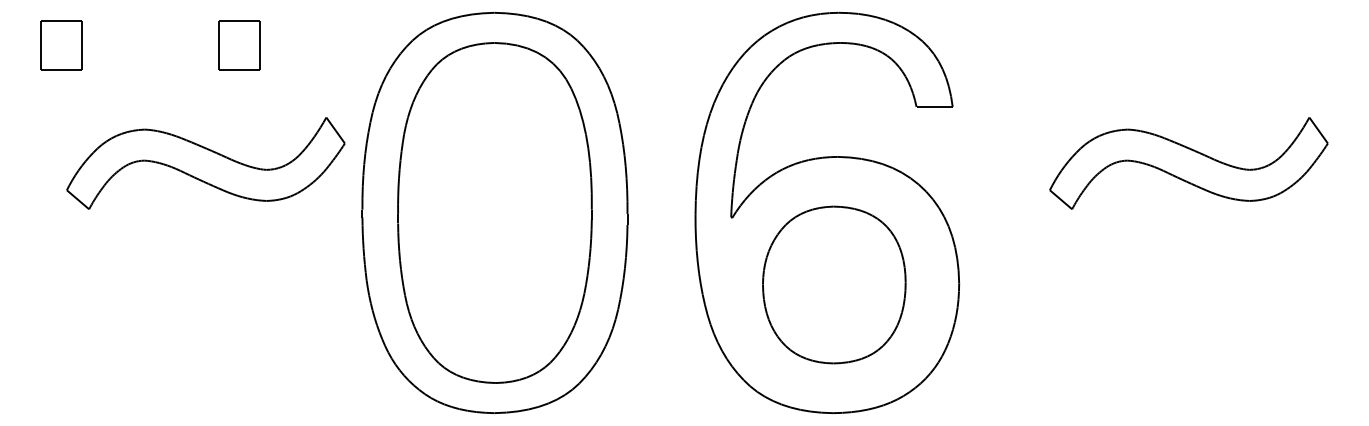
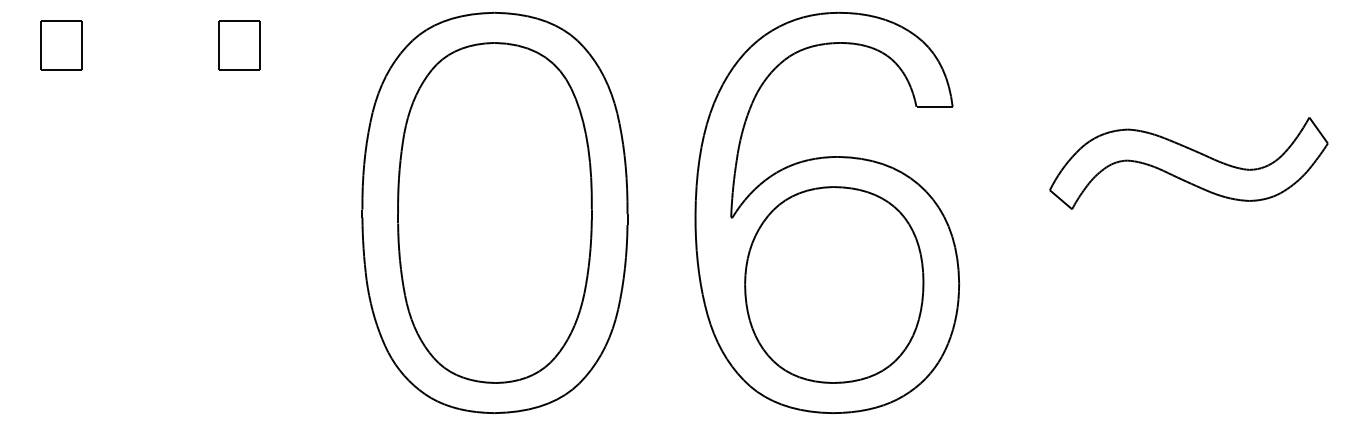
part at (205, 163): present -> none
part at (834, 284) size: 145x160 px -> 181x198 px
